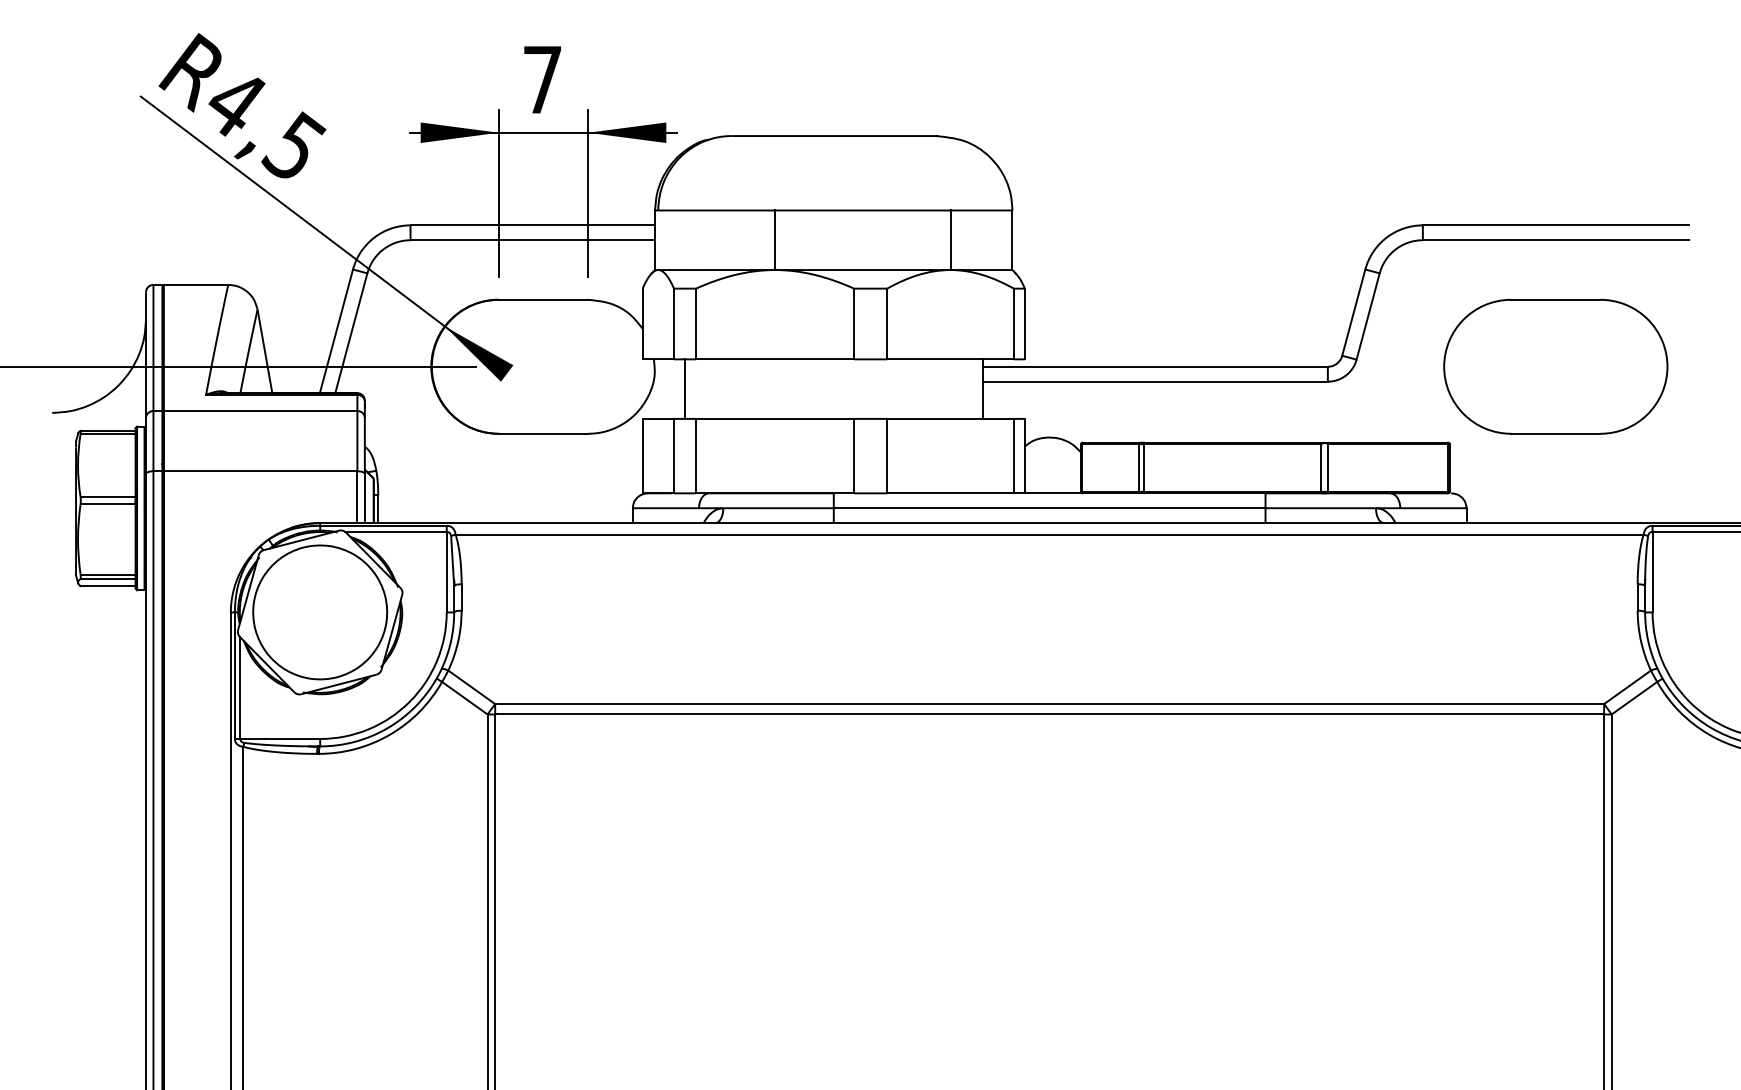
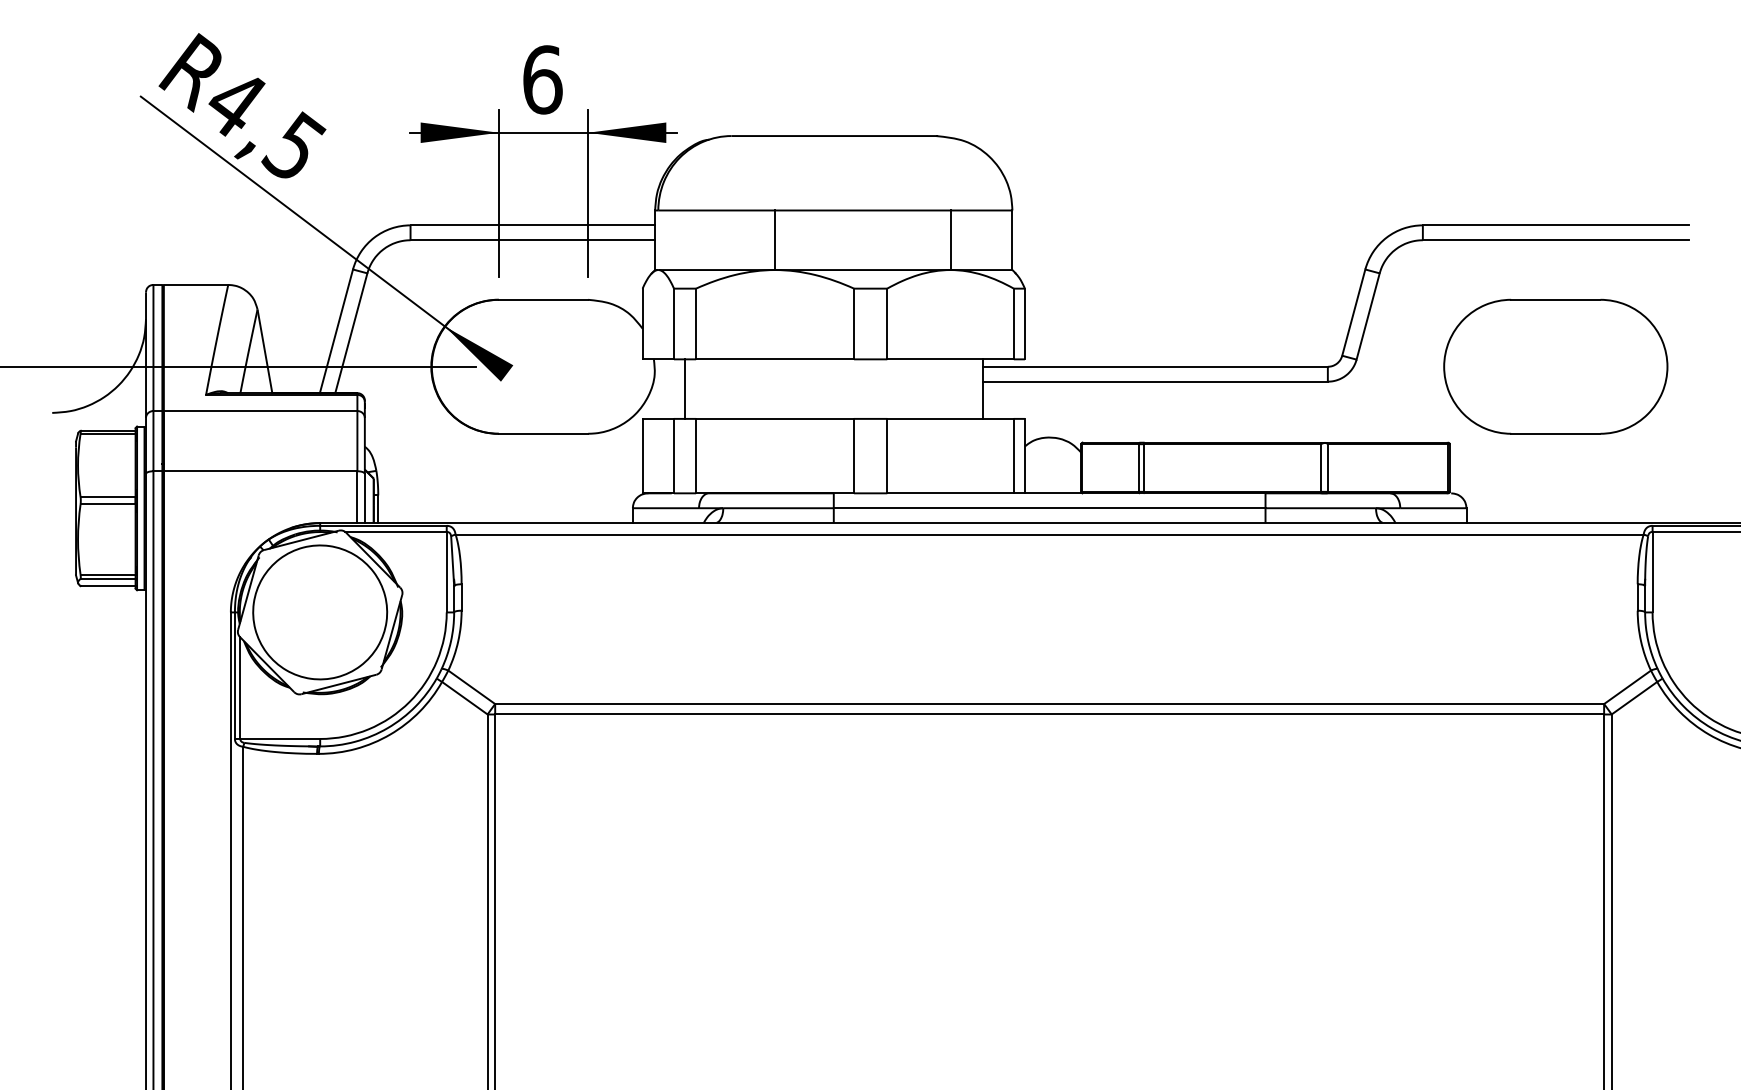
text at (542, 79): 7 -> 6
